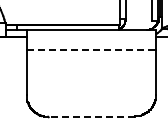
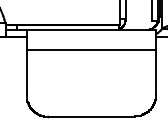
line at (91, 49): dashed -> solid
line at (91, 116): dashed -> solid
